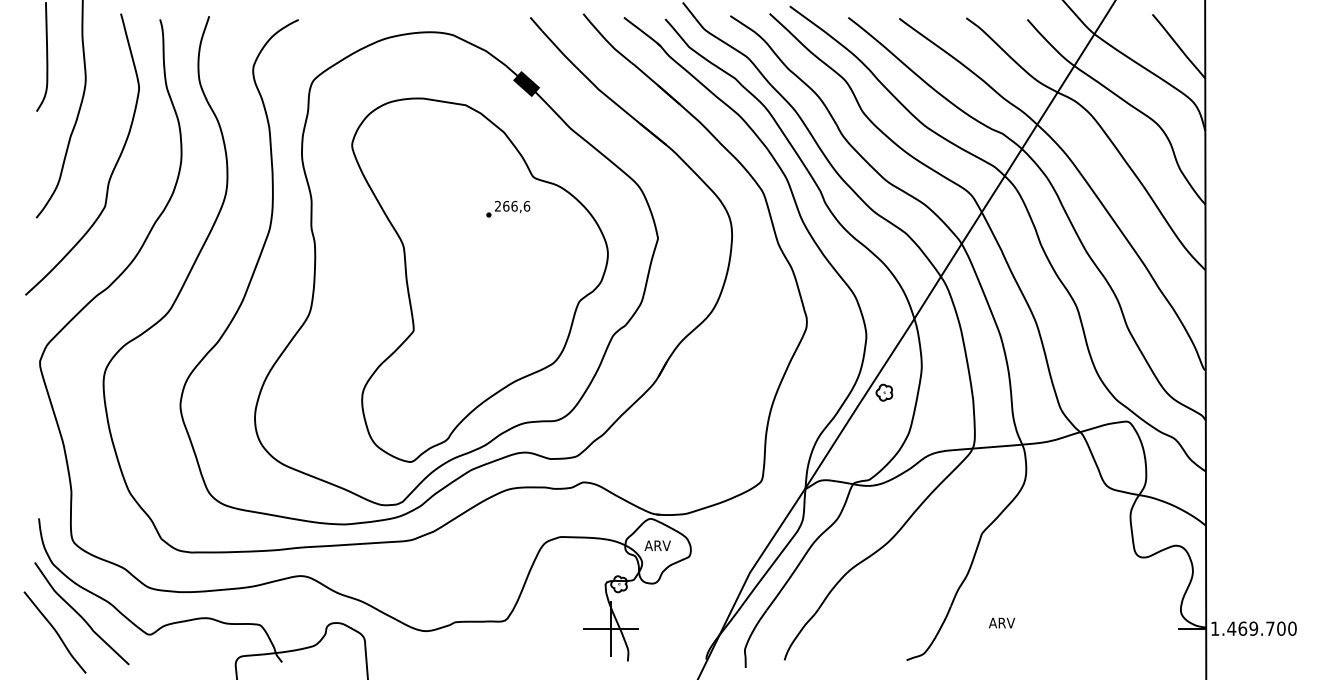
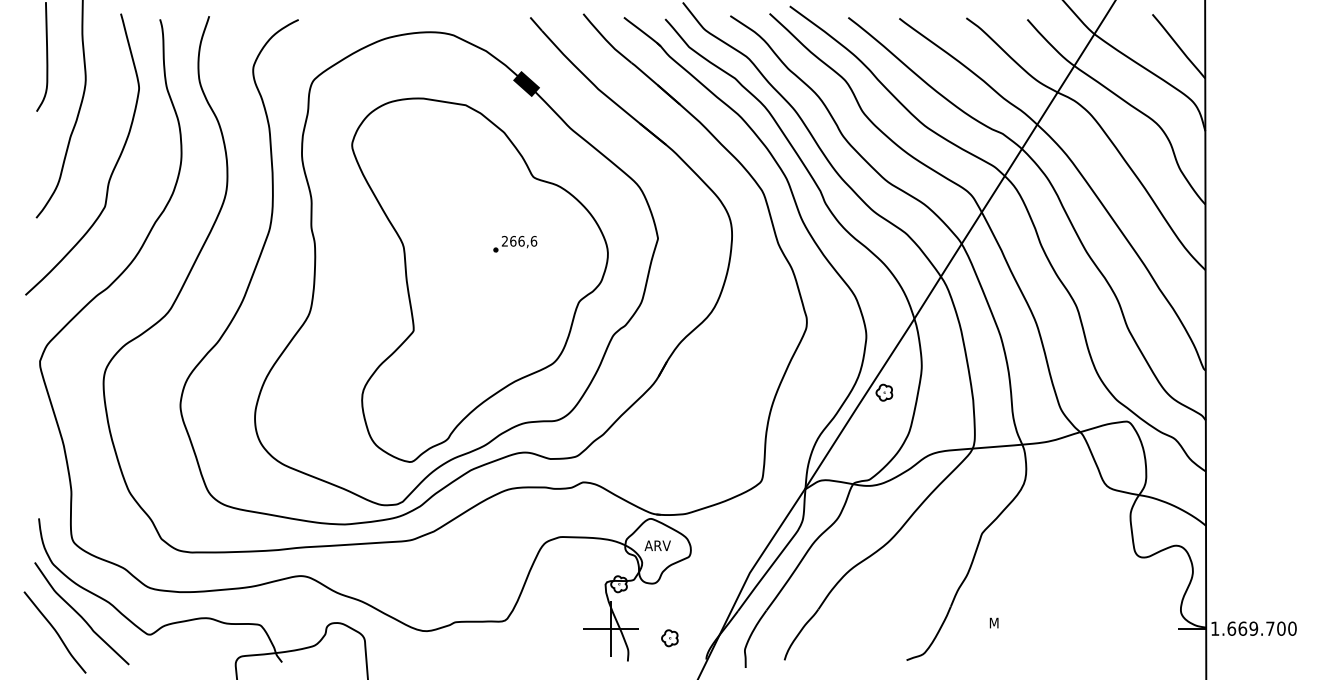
part at (508, 209) position: (508, 209) -> (515, 244)
text at (1002, 622): ARV -> M
text at (1231, 628): 1.469.700 -> 1.669.700
part at (669, 638): none -> present
